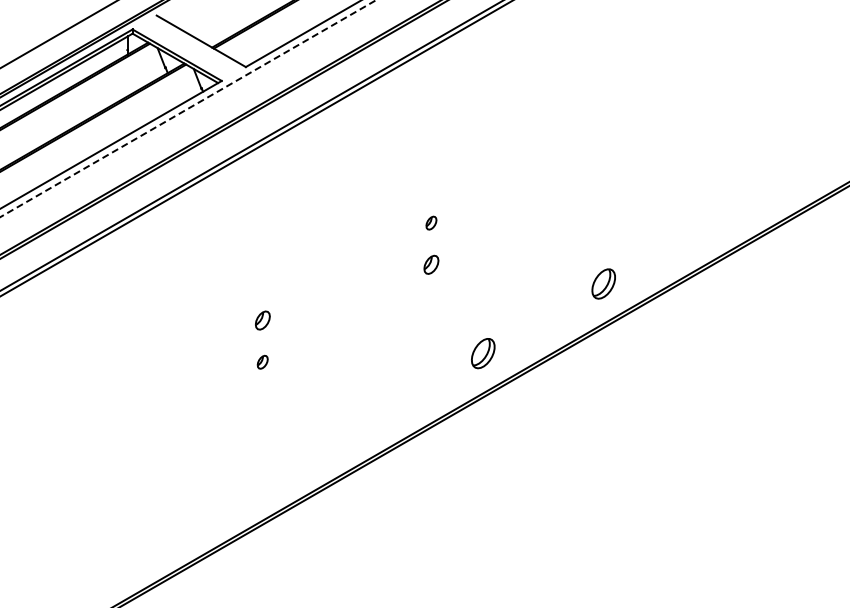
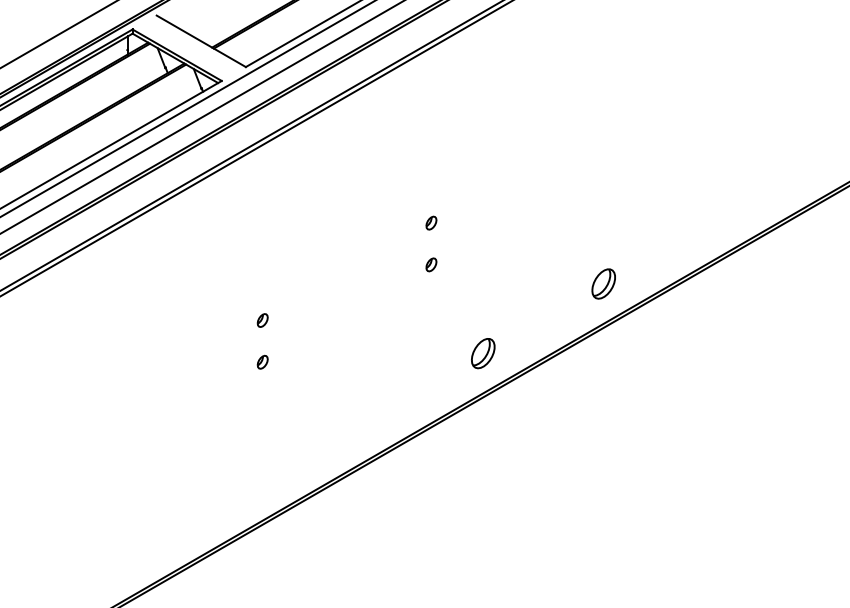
line at (187, 108): dashed -> solid
line at (201, 117): none -> present
part at (431, 264) size: 17x21 px -> 13x16 px
part at (262, 320) size: 16x21 px -> 13x15 px
